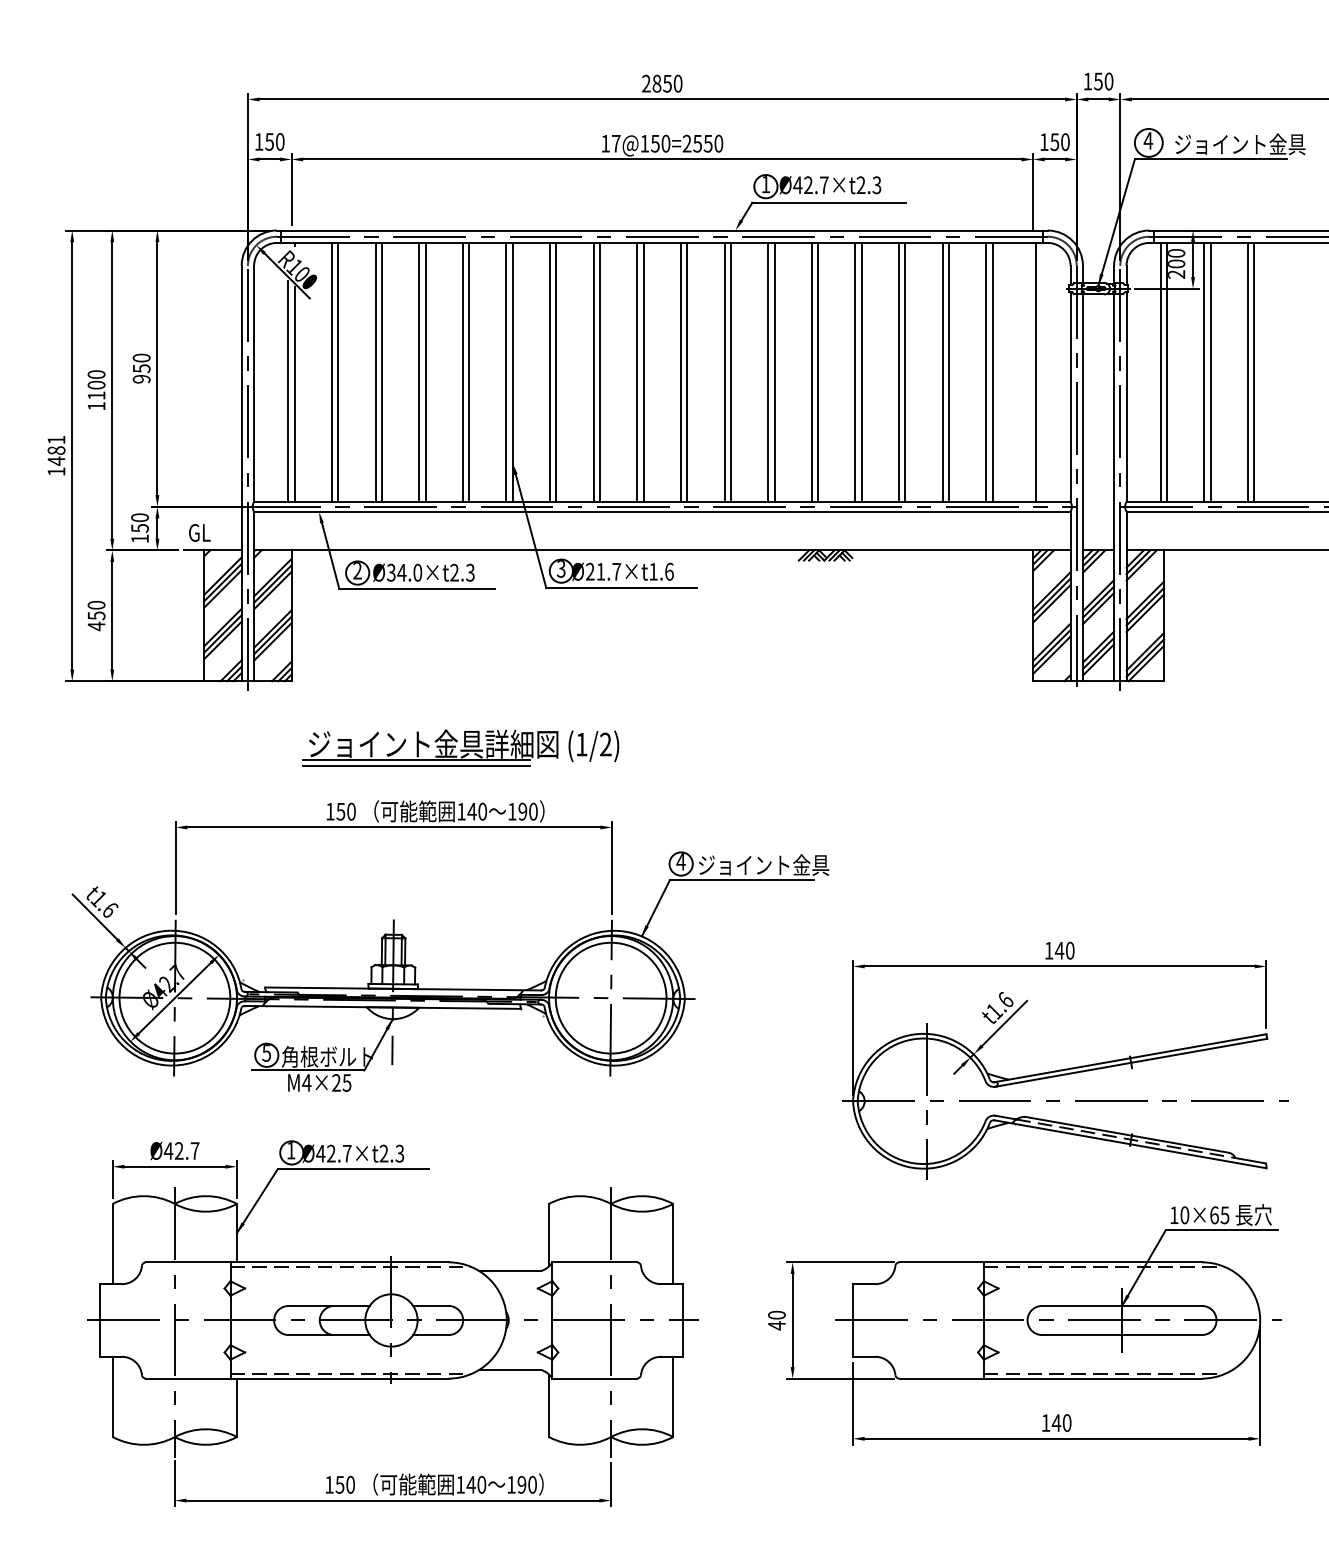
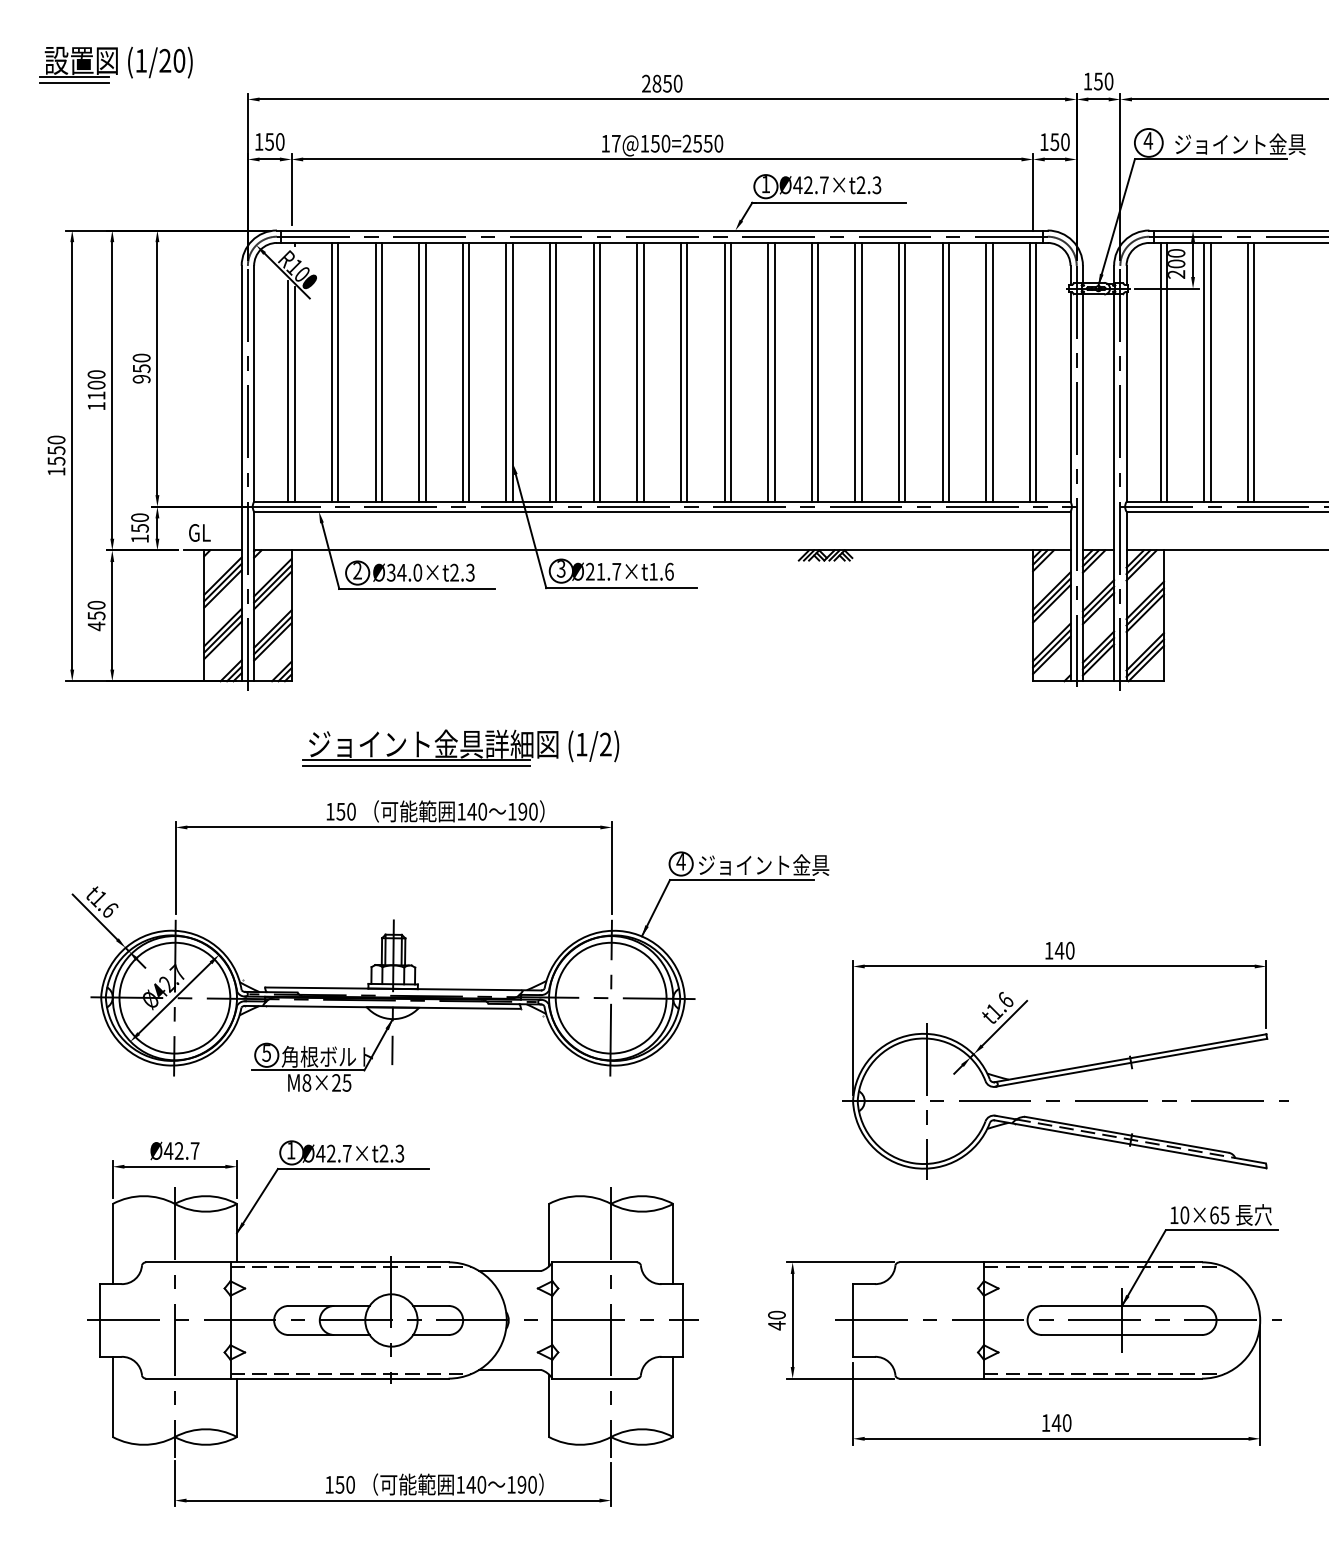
part at (115, 64): none -> present
line at (1029, 372): none -> present
text at (56, 450): 1481 -> 1550
text at (306, 1082): M4×25 -> M8×25
